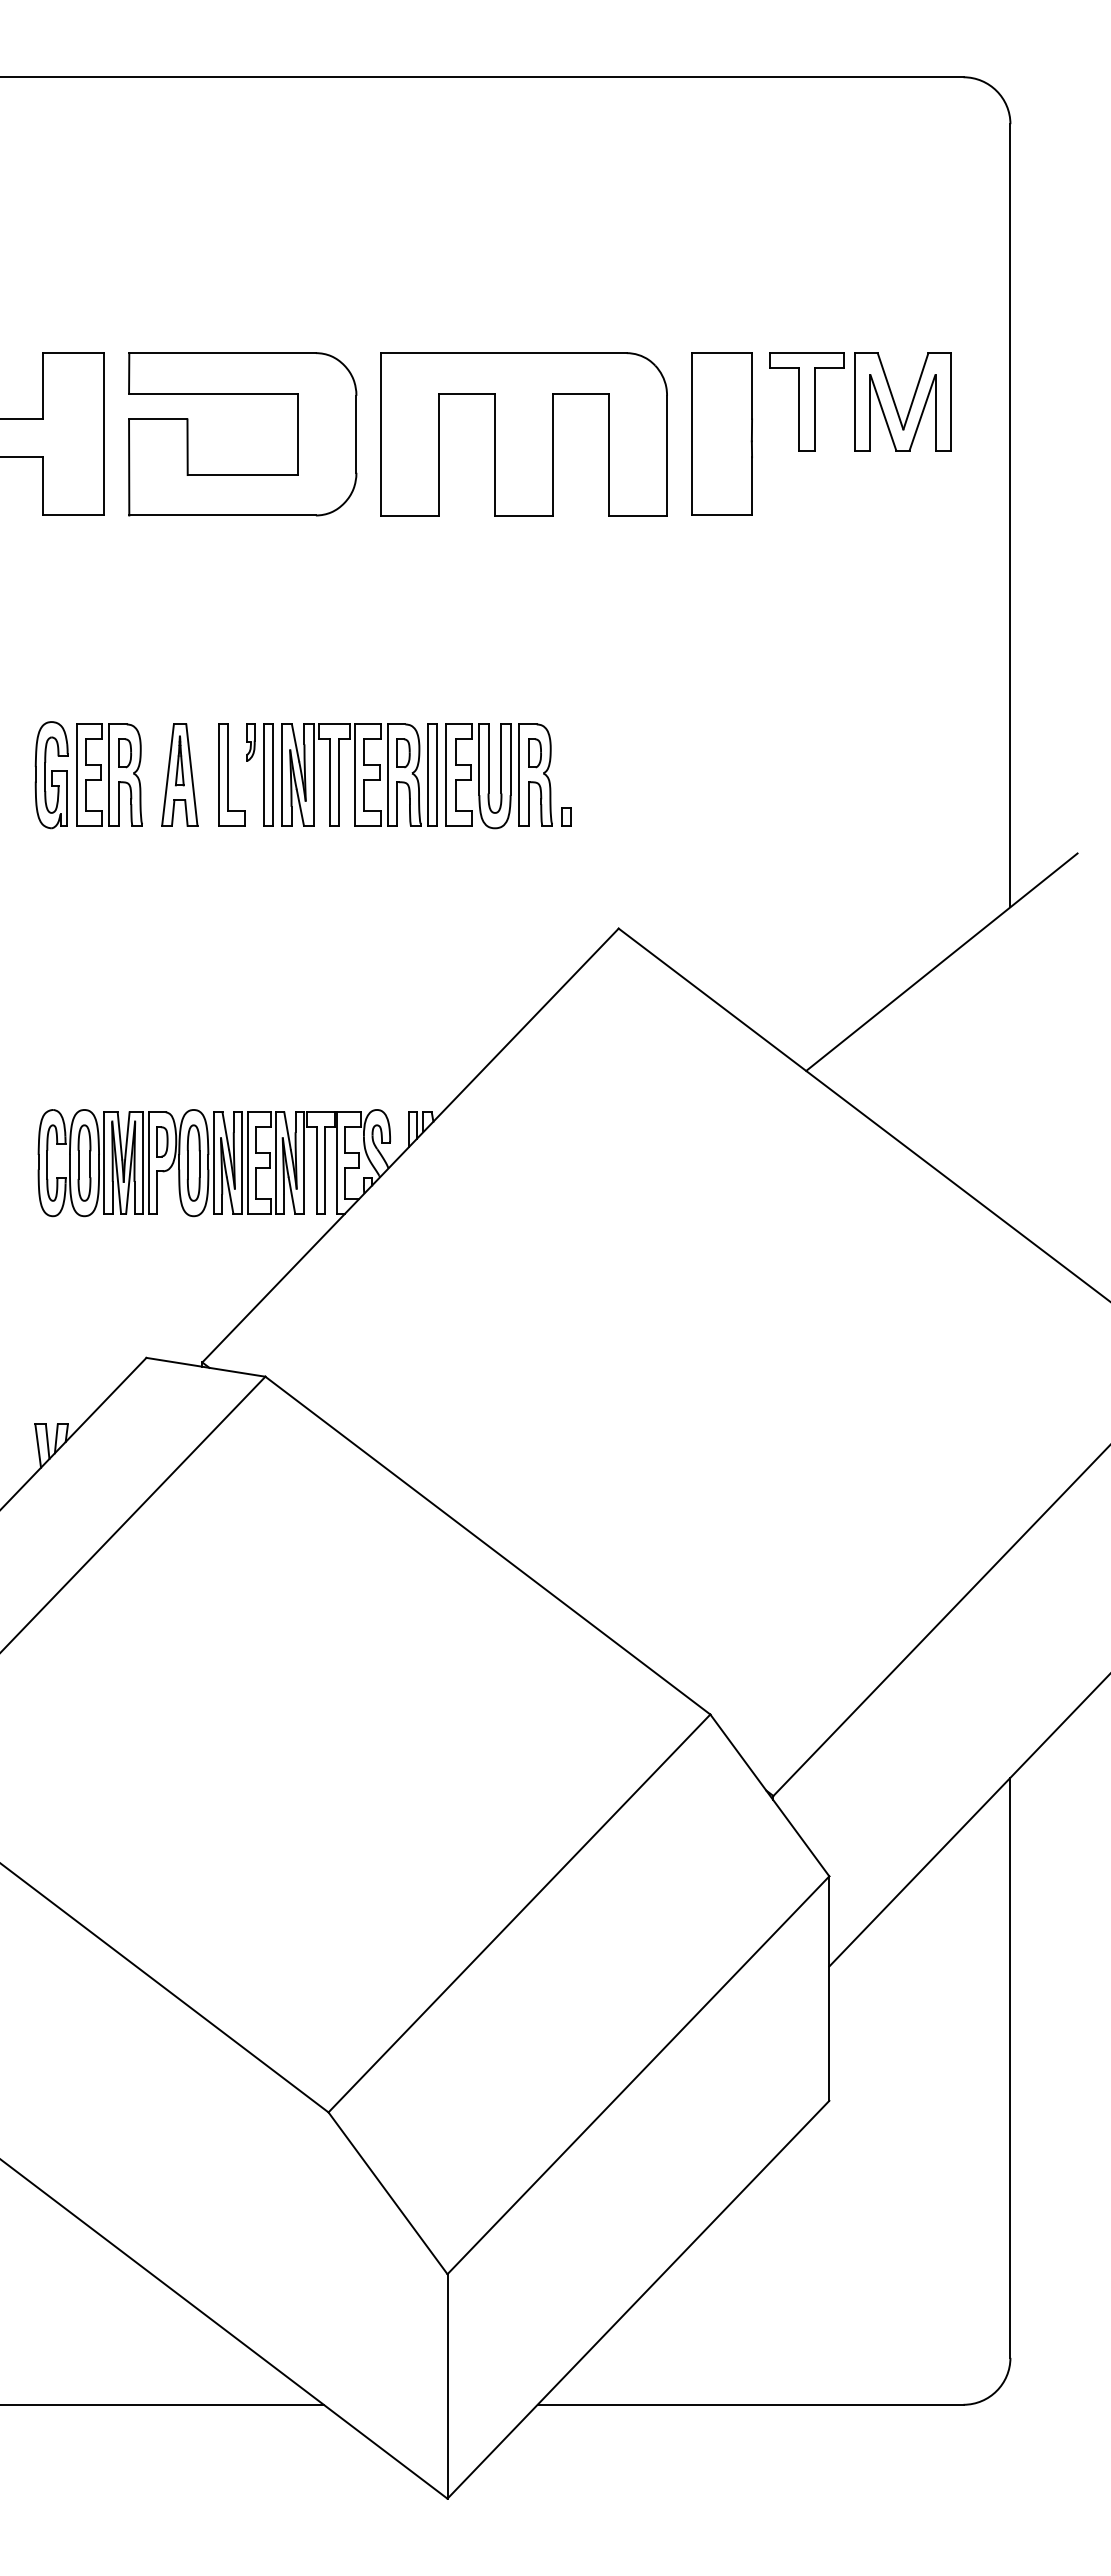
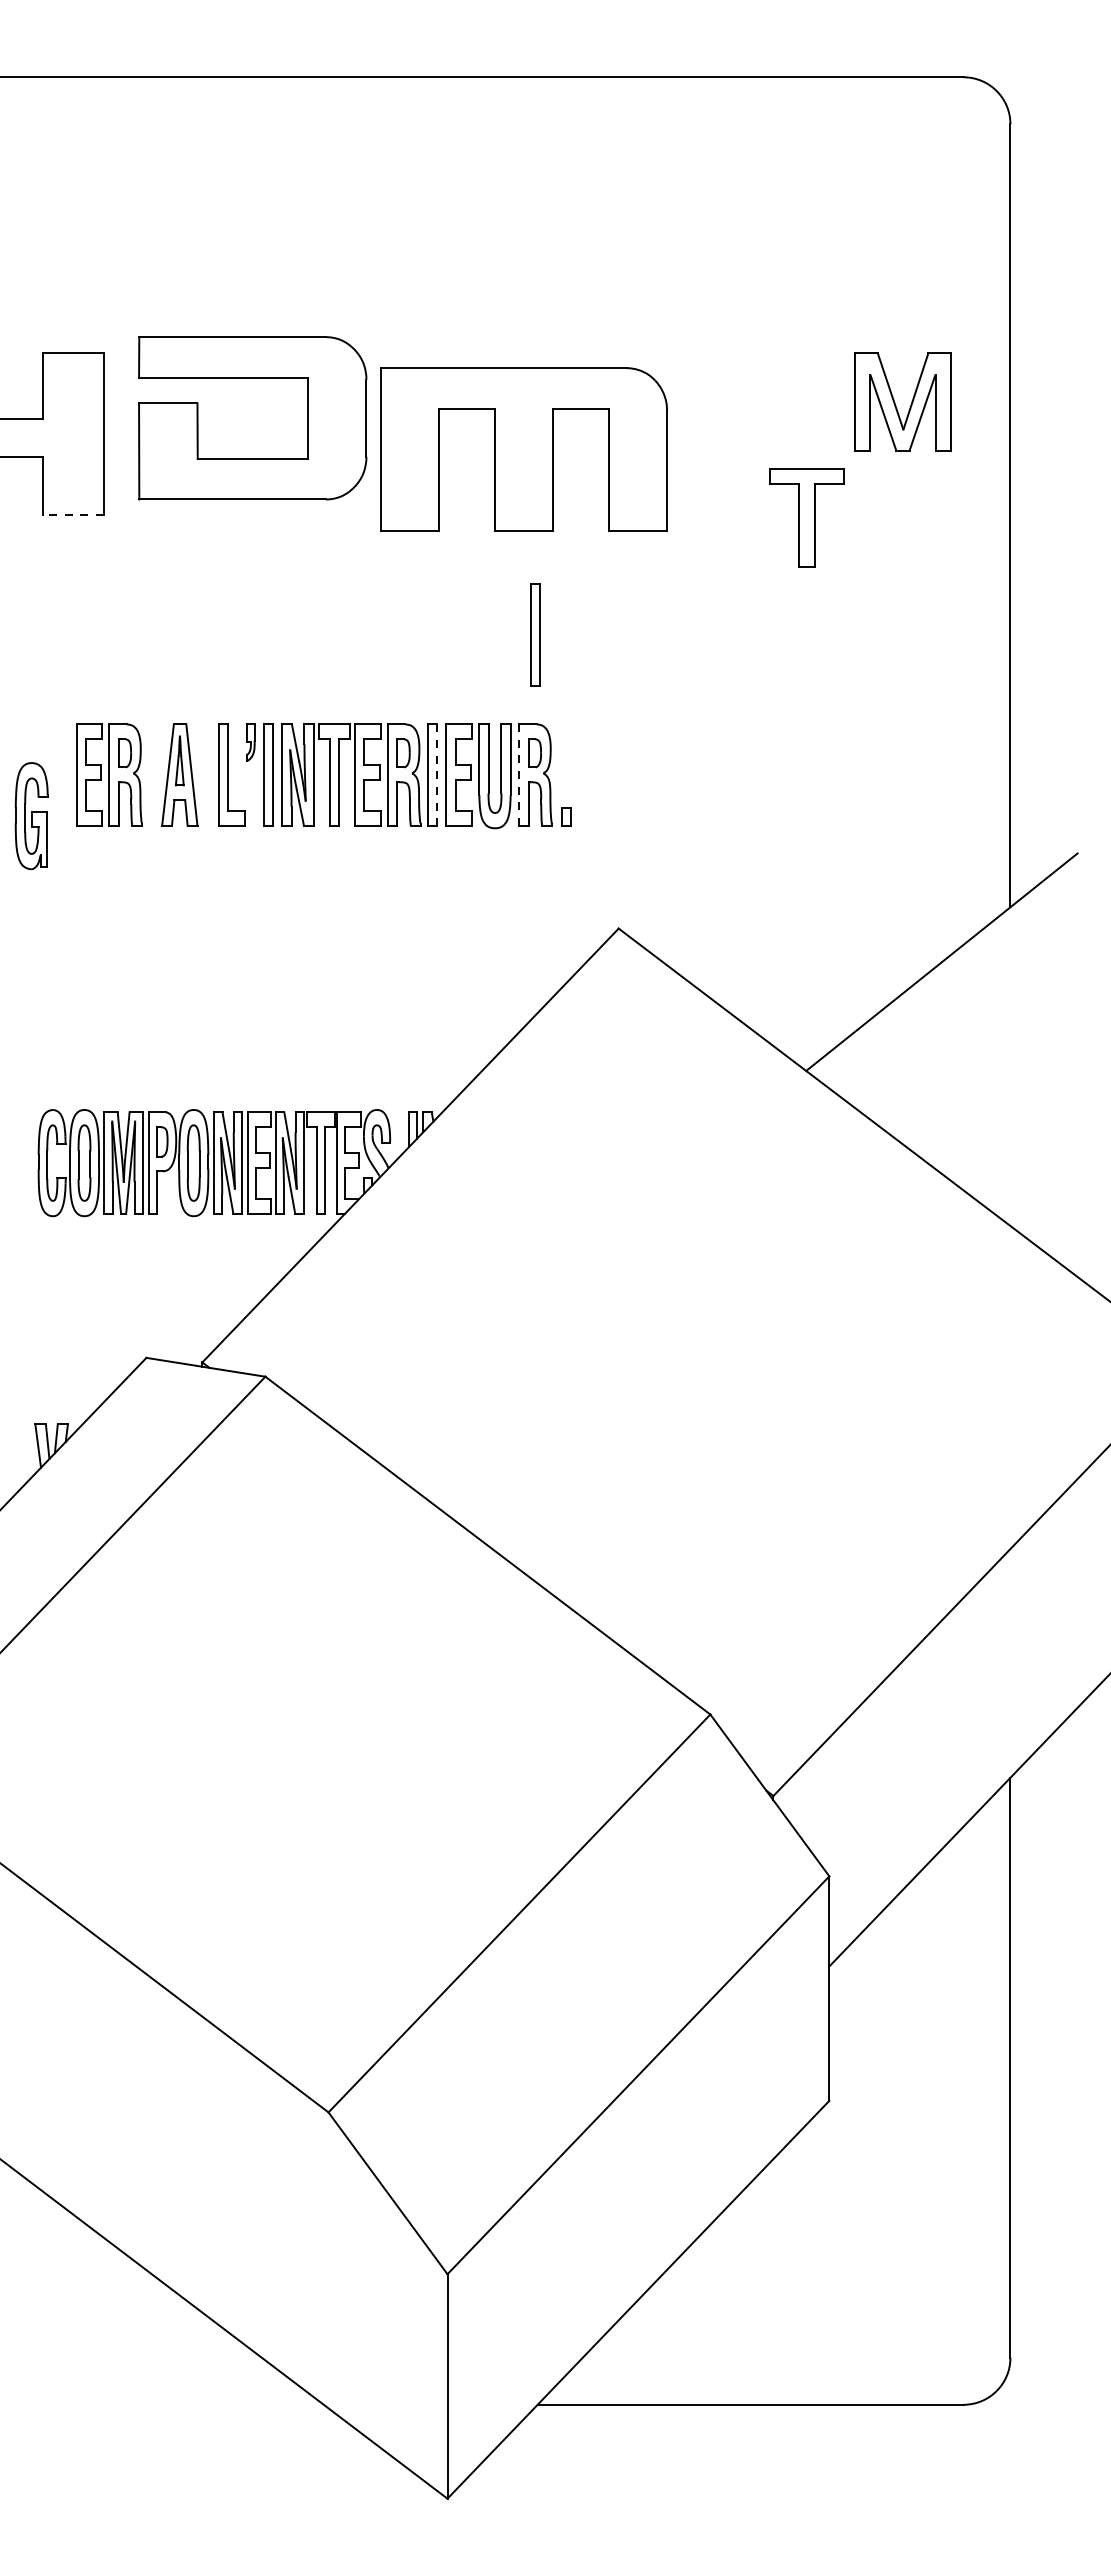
part at (242, 394) position: (242, 394) -> (252, 378)
part at (806, 401) position: (806, 401) -> (806, 517)
part at (721, 433): present -> none
part at (523, 434) position: (523, 434) -> (523, 449)
line at (73, 515): solid -> dashed
part at (535, 634): none -> present
part at (51, 775) position: (51, 775) -> (31, 816)
line at (437, 775): solid -> dashed
line at (519, 775): solid -> dashed
line at (162, 2404): present -> none
